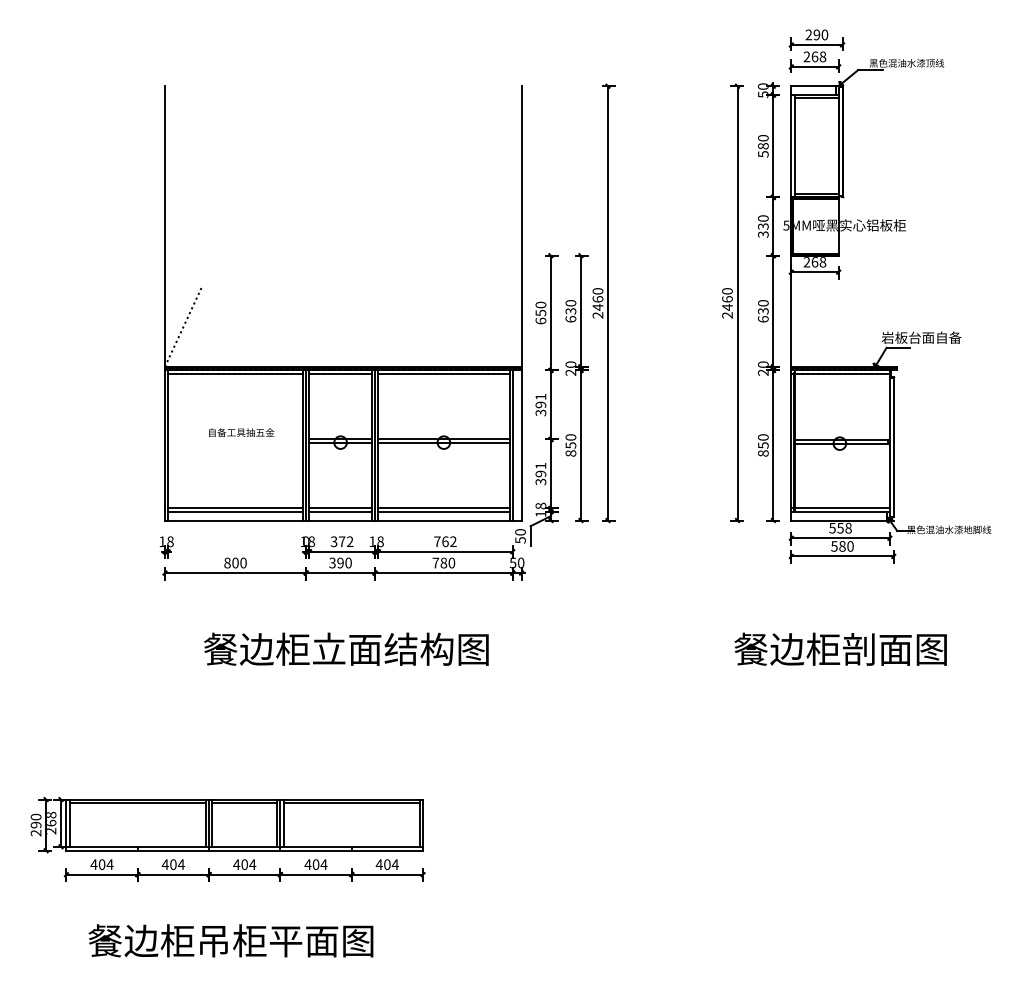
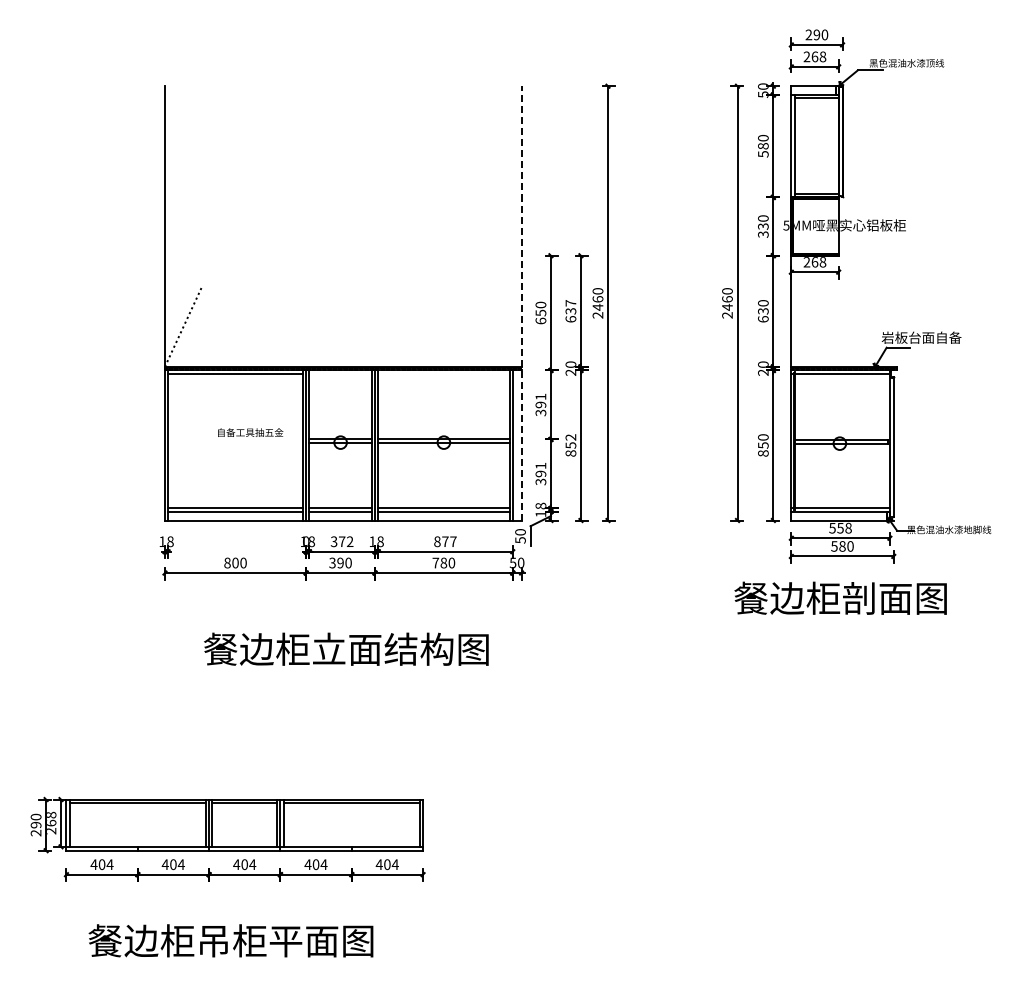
line at (521, 302): solid -> dashed
text at (570, 303): 630 -> 637
line at (340, 373): present -> none
line at (443, 373): present -> none
text at (241, 432) position: (241, 432) -> (250, 432)
text at (570, 437): 850 -> 852
text at (445, 541): 762 -> 877
text at (840, 648) position: (840, 648) -> (840, 597)
